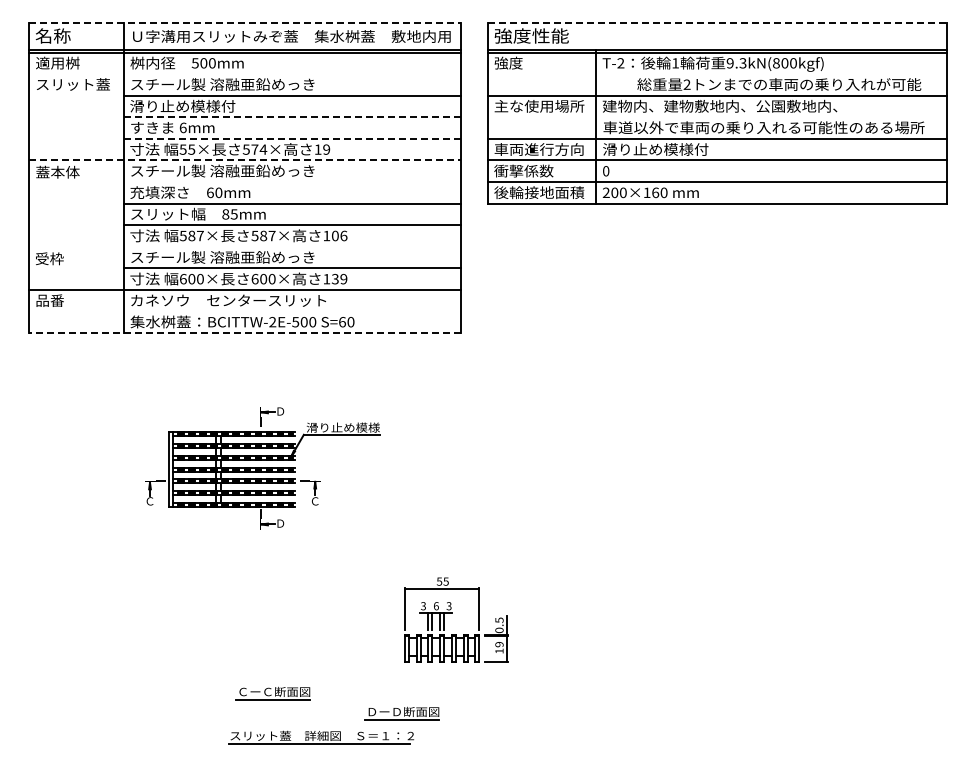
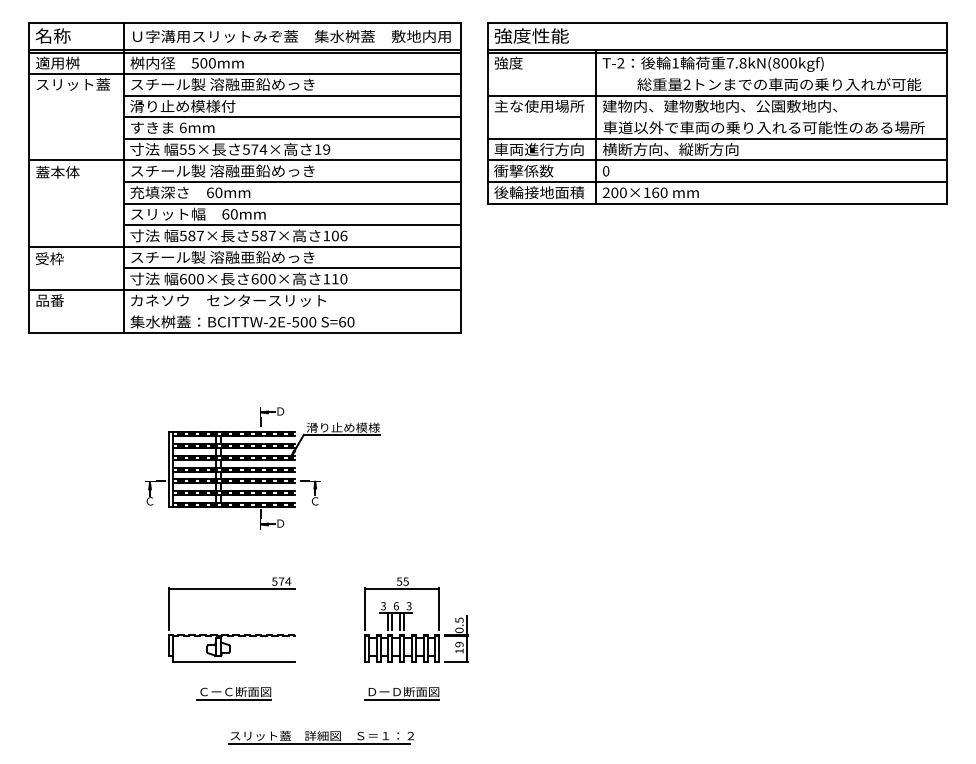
line at (245, 22): dashed -> solid
line at (717, 22): dashed -> solid
text at (736, 63): 9.3kN(800kgf) -> 7.8kN(800kgf)
line at (245, 74): none -> present
line at (292, 117): dashed -> solid
line at (292, 138): dashed -> solid
text at (670, 149): 滑り止め模様付 -> 横断方向、縦断方向
line at (245, 160): dashed -> solid
line at (292, 182): none -> present
text at (229, 214): 85mm -> 60mm
line at (245, 246): none -> present
text at (339, 278): 139 -> 110
line at (245, 333): dashed -> solid
part at (452, 613) position: (452, 613) -> (412, 613)
part at (232, 634): none -> present
part at (272, 693) position: (272, 693) -> (233, 693)
part at (401, 713) position: (401, 713) -> (401, 693)
